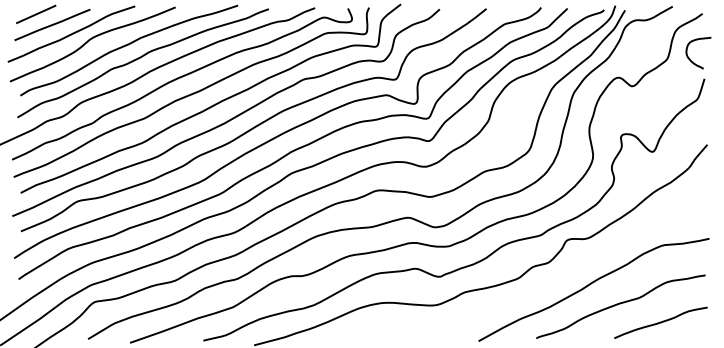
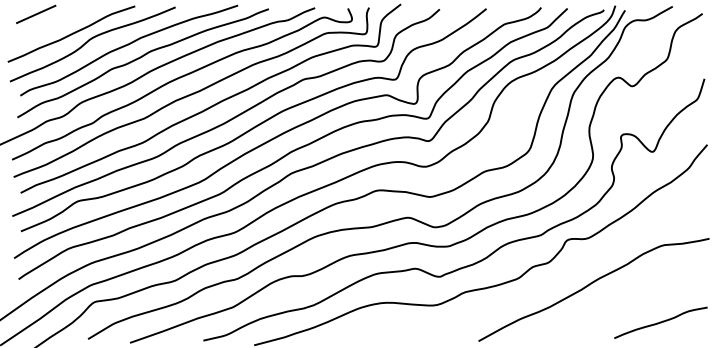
line at (52, 24): present -> none
curve at (690, 58): present -> none
curve at (620, 304): present -> none
